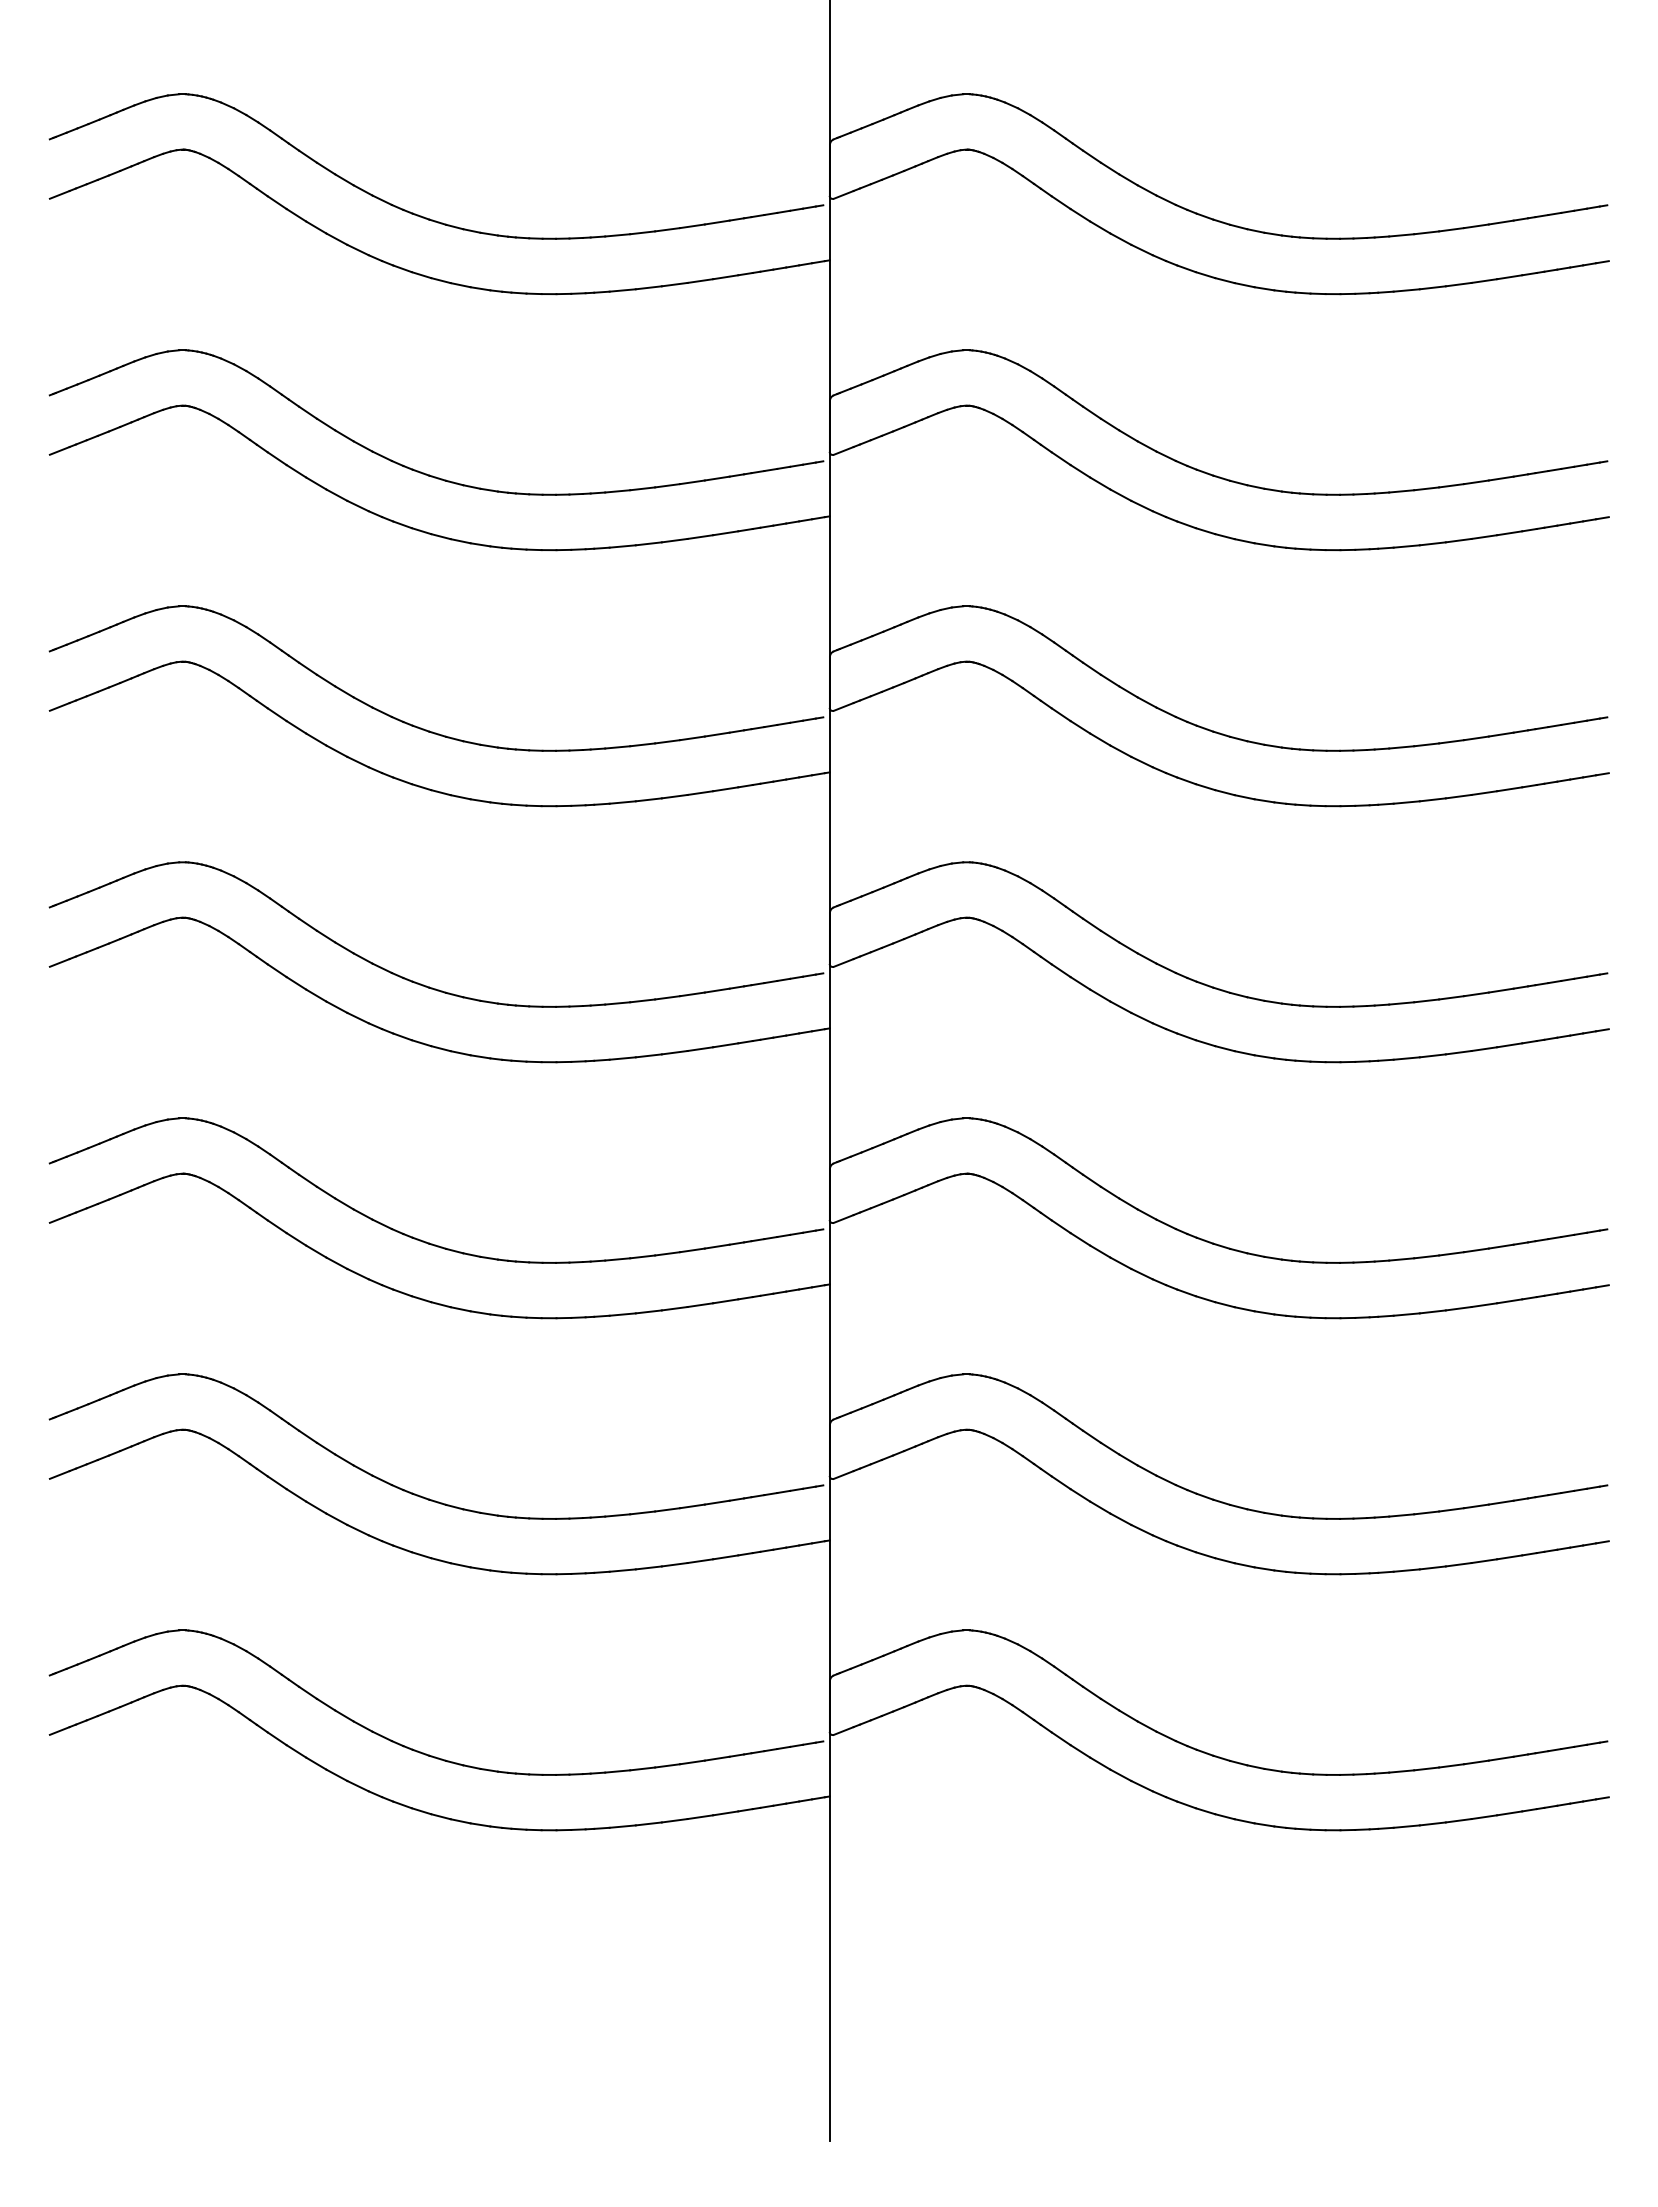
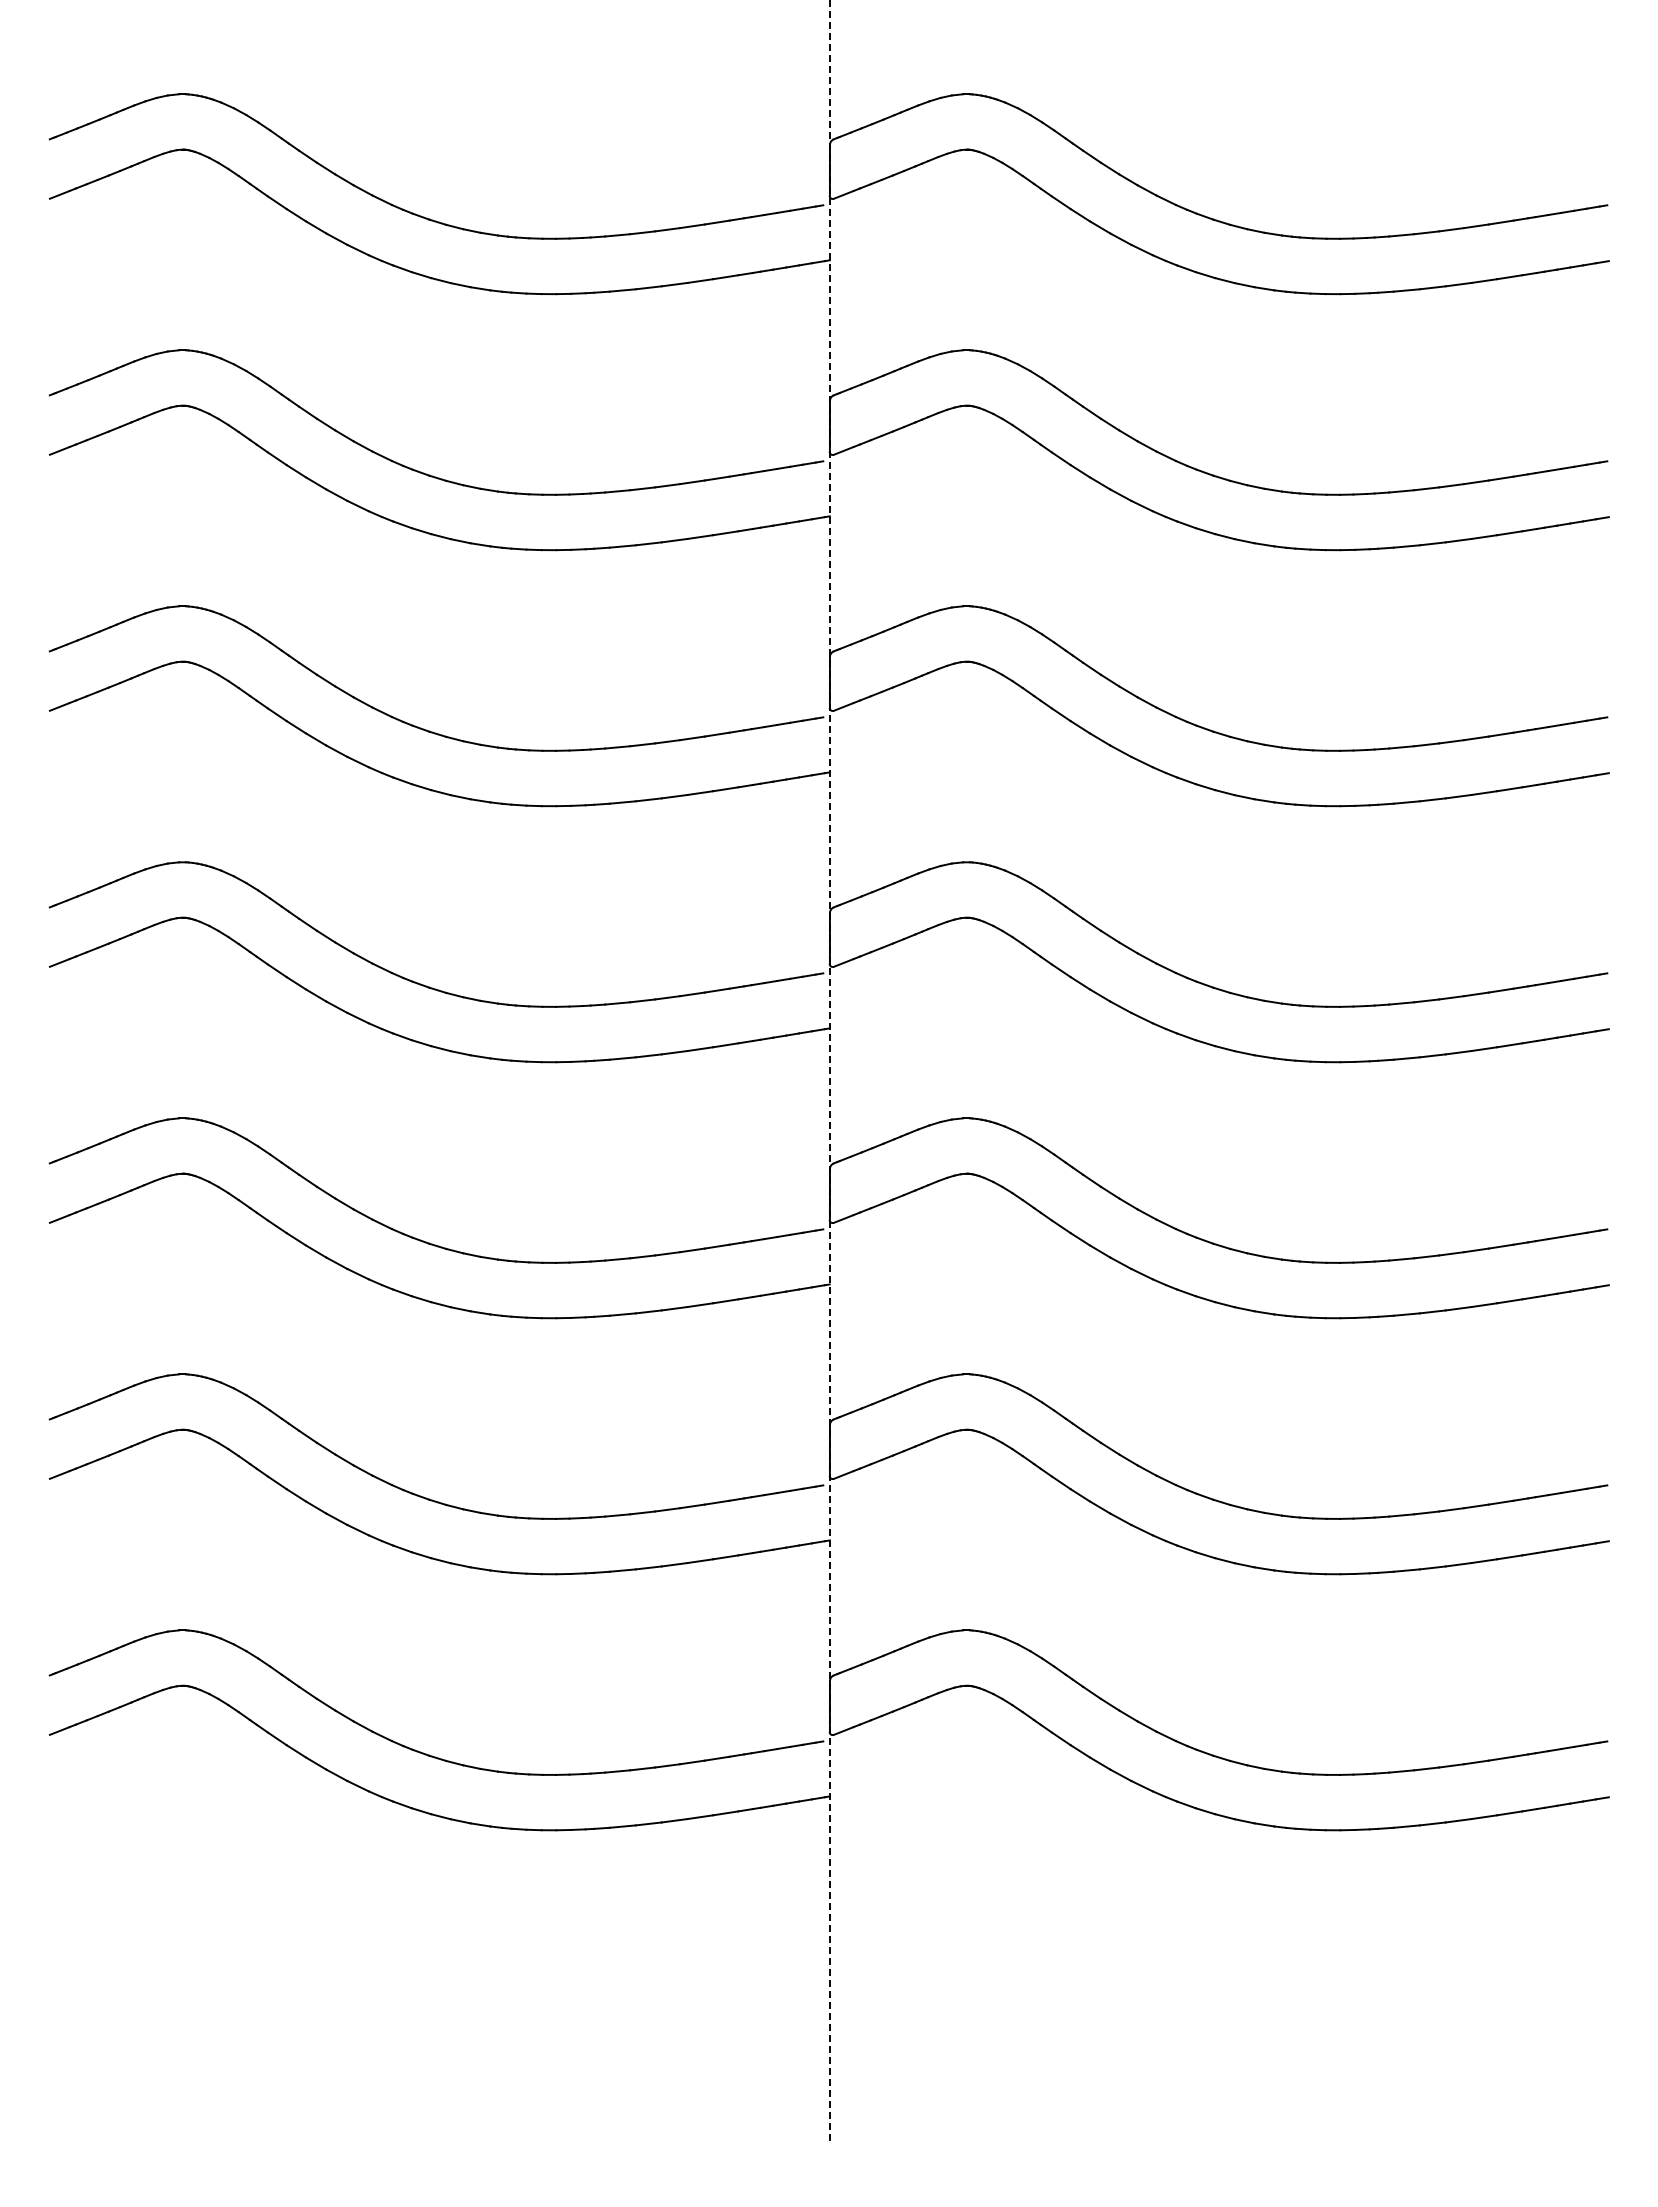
line at (829, 1069): solid -> dashed
